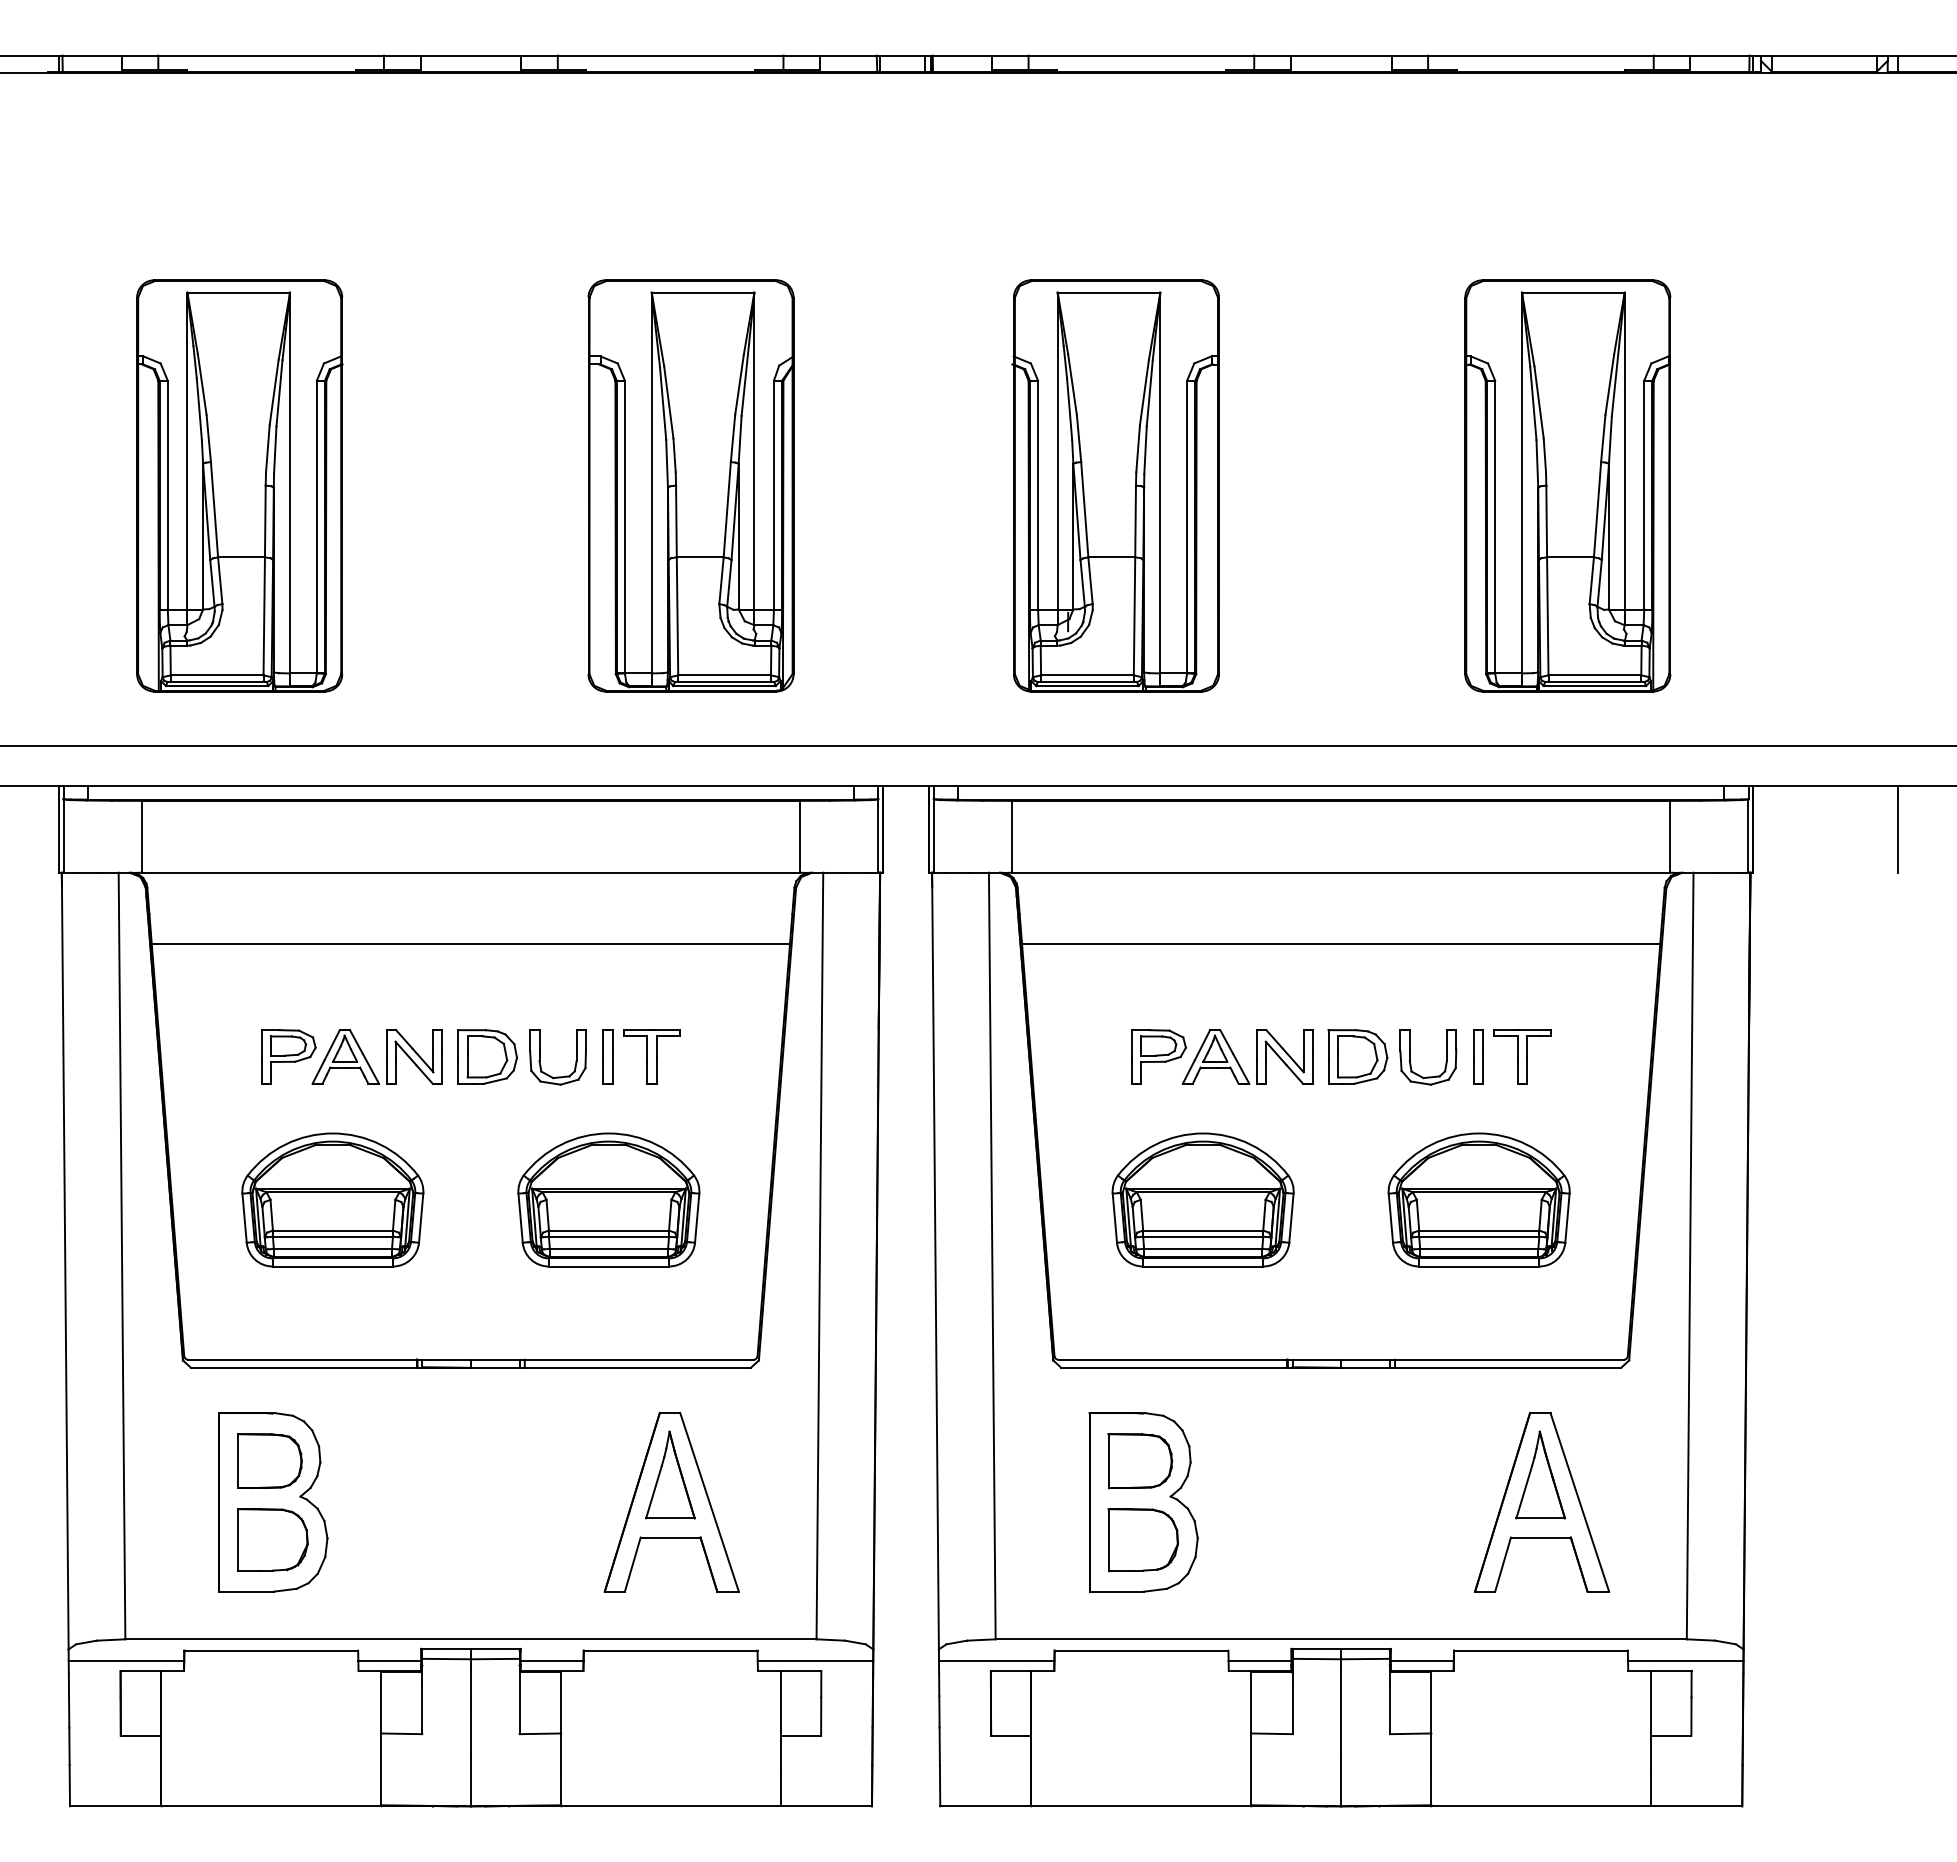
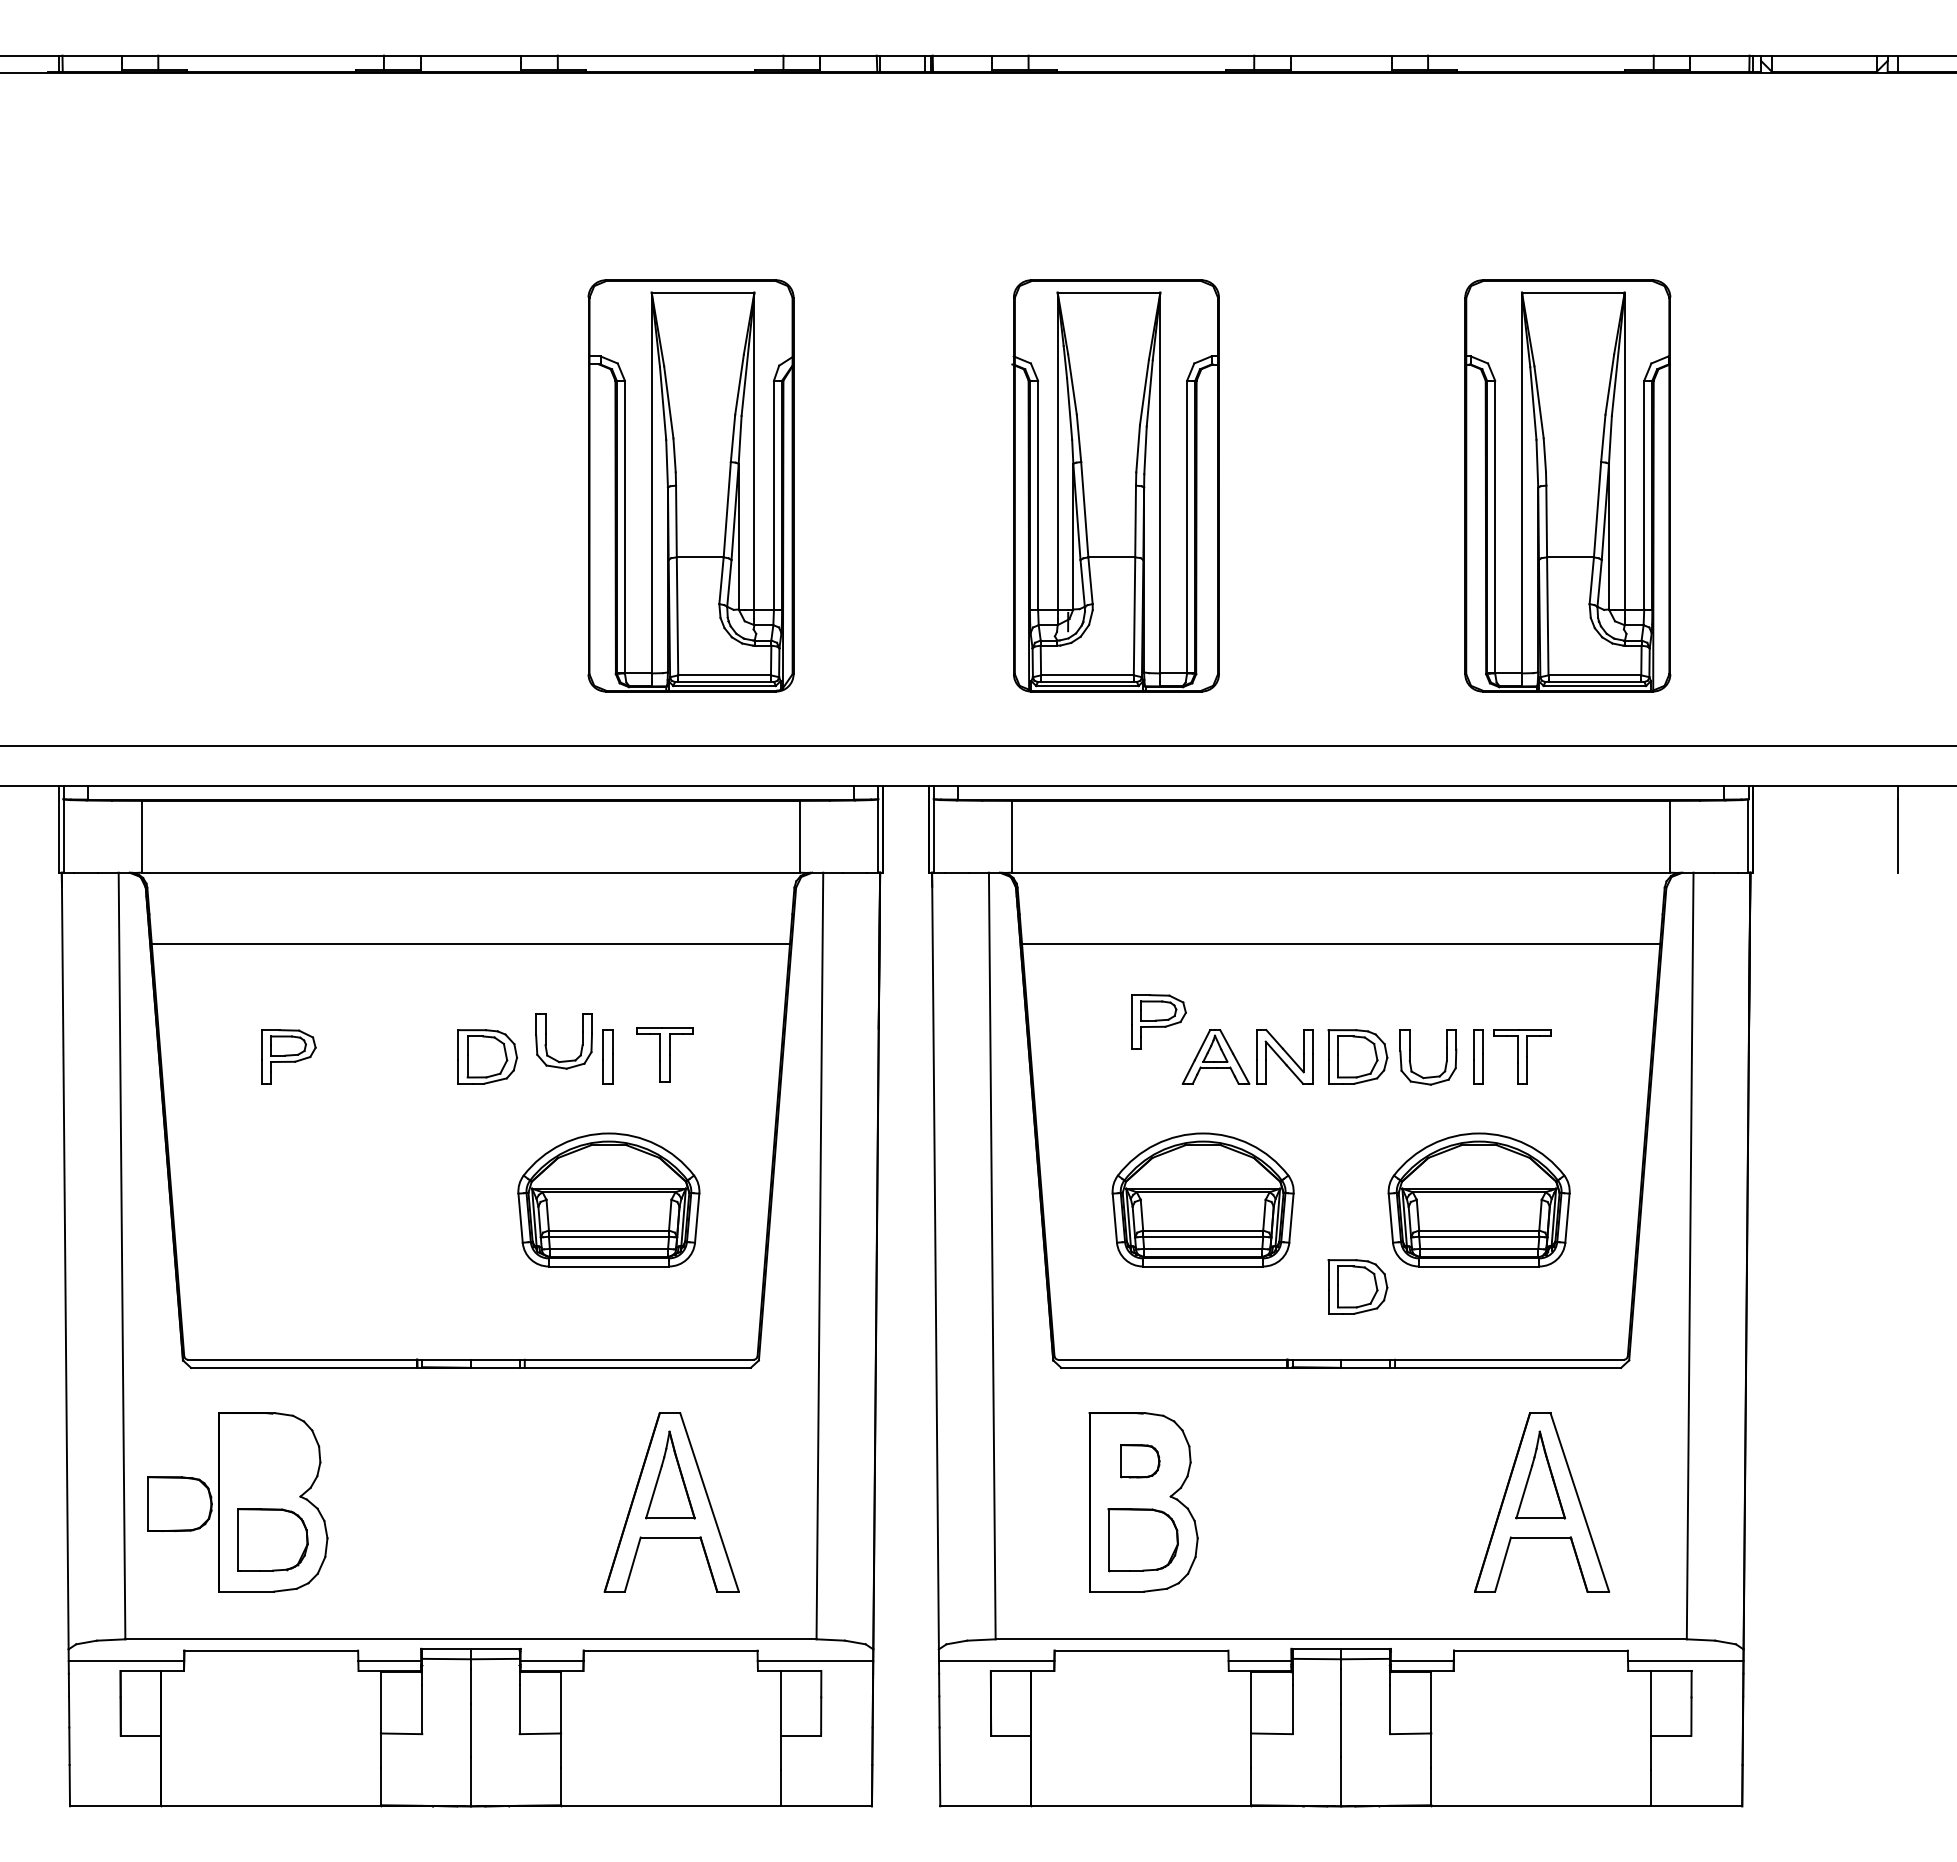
part at (239, 485): present -> none
part at (651, 1056) position: (651, 1056) -> (664, 1054)
part at (1158, 1056) position: (1158, 1056) -> (1158, 1021)
part at (540, 1057) position: (540, 1057) -> (546, 1041)
part at (367, 1060): present -> none
part at (332, 1199): present -> none
part at (1357, 1286): none -> present
part at (269, 1460) position: (269, 1460) -> (179, 1503)
part at (1140, 1461) size: 67x57 px -> 41x35 px
